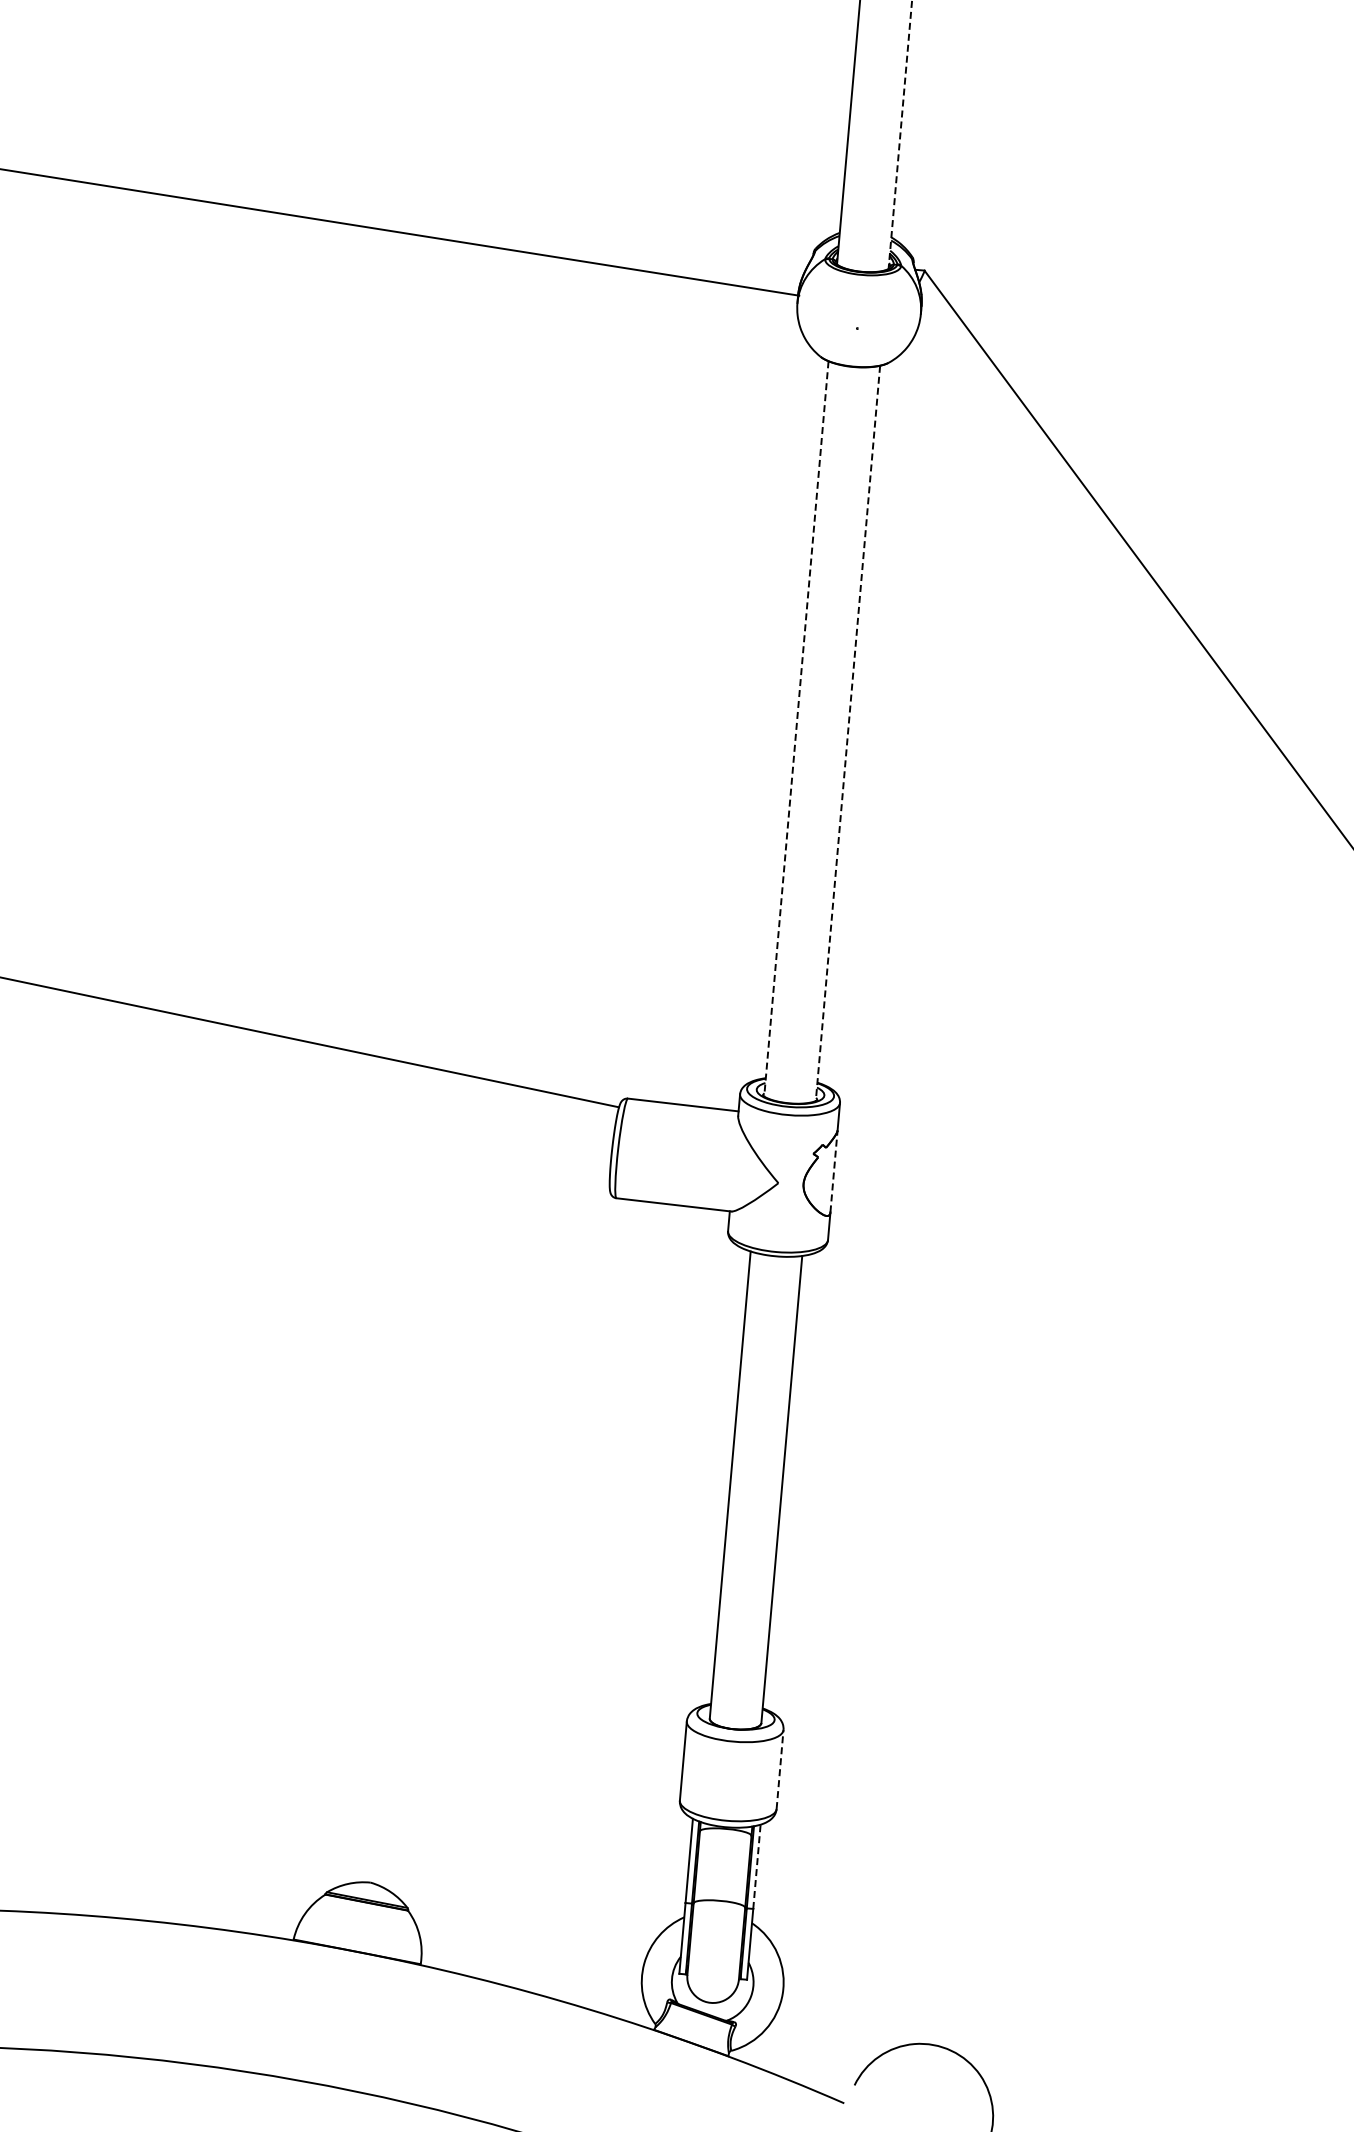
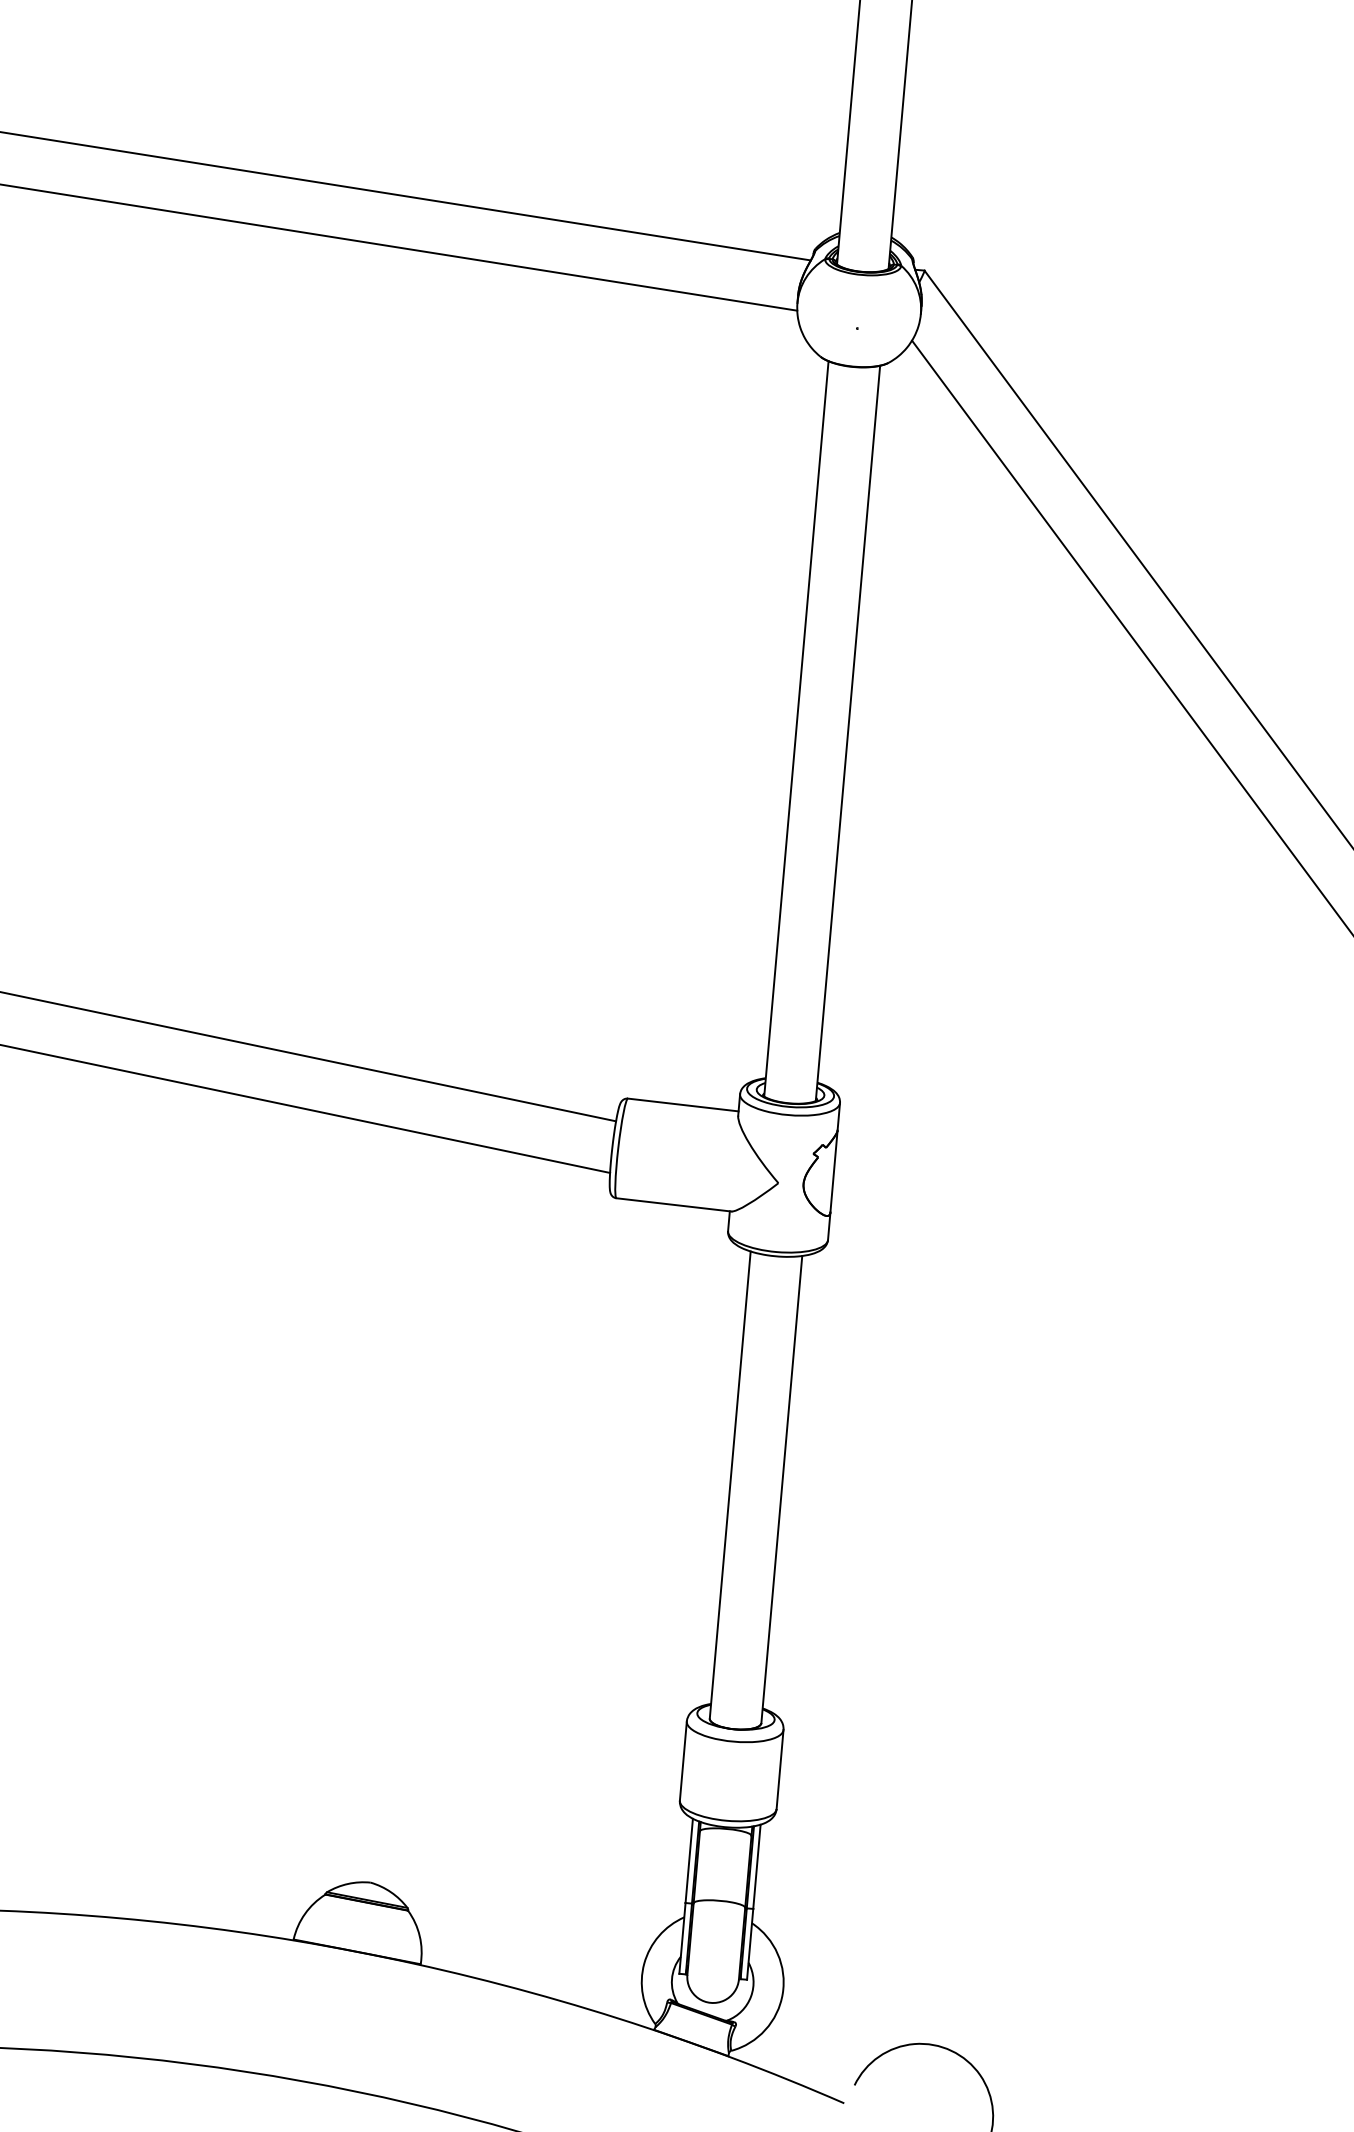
line at (900, 134): dashed -> solid
line at (406, 196): none -> present
line at (400, 232) position: (400, 232) -> (399, 247)
line at (1131, 636): none -> present
line at (796, 729): dashed -> solid
line at (847, 733): dashed -> solid
line at (310, 1042) position: (310, 1042) -> (309, 1056)
line at (306, 1108): none -> present
line at (834, 1170): dashed -> solid
line at (780, 1769): dashed -> solid
line at (756, 1866): dashed -> solid
